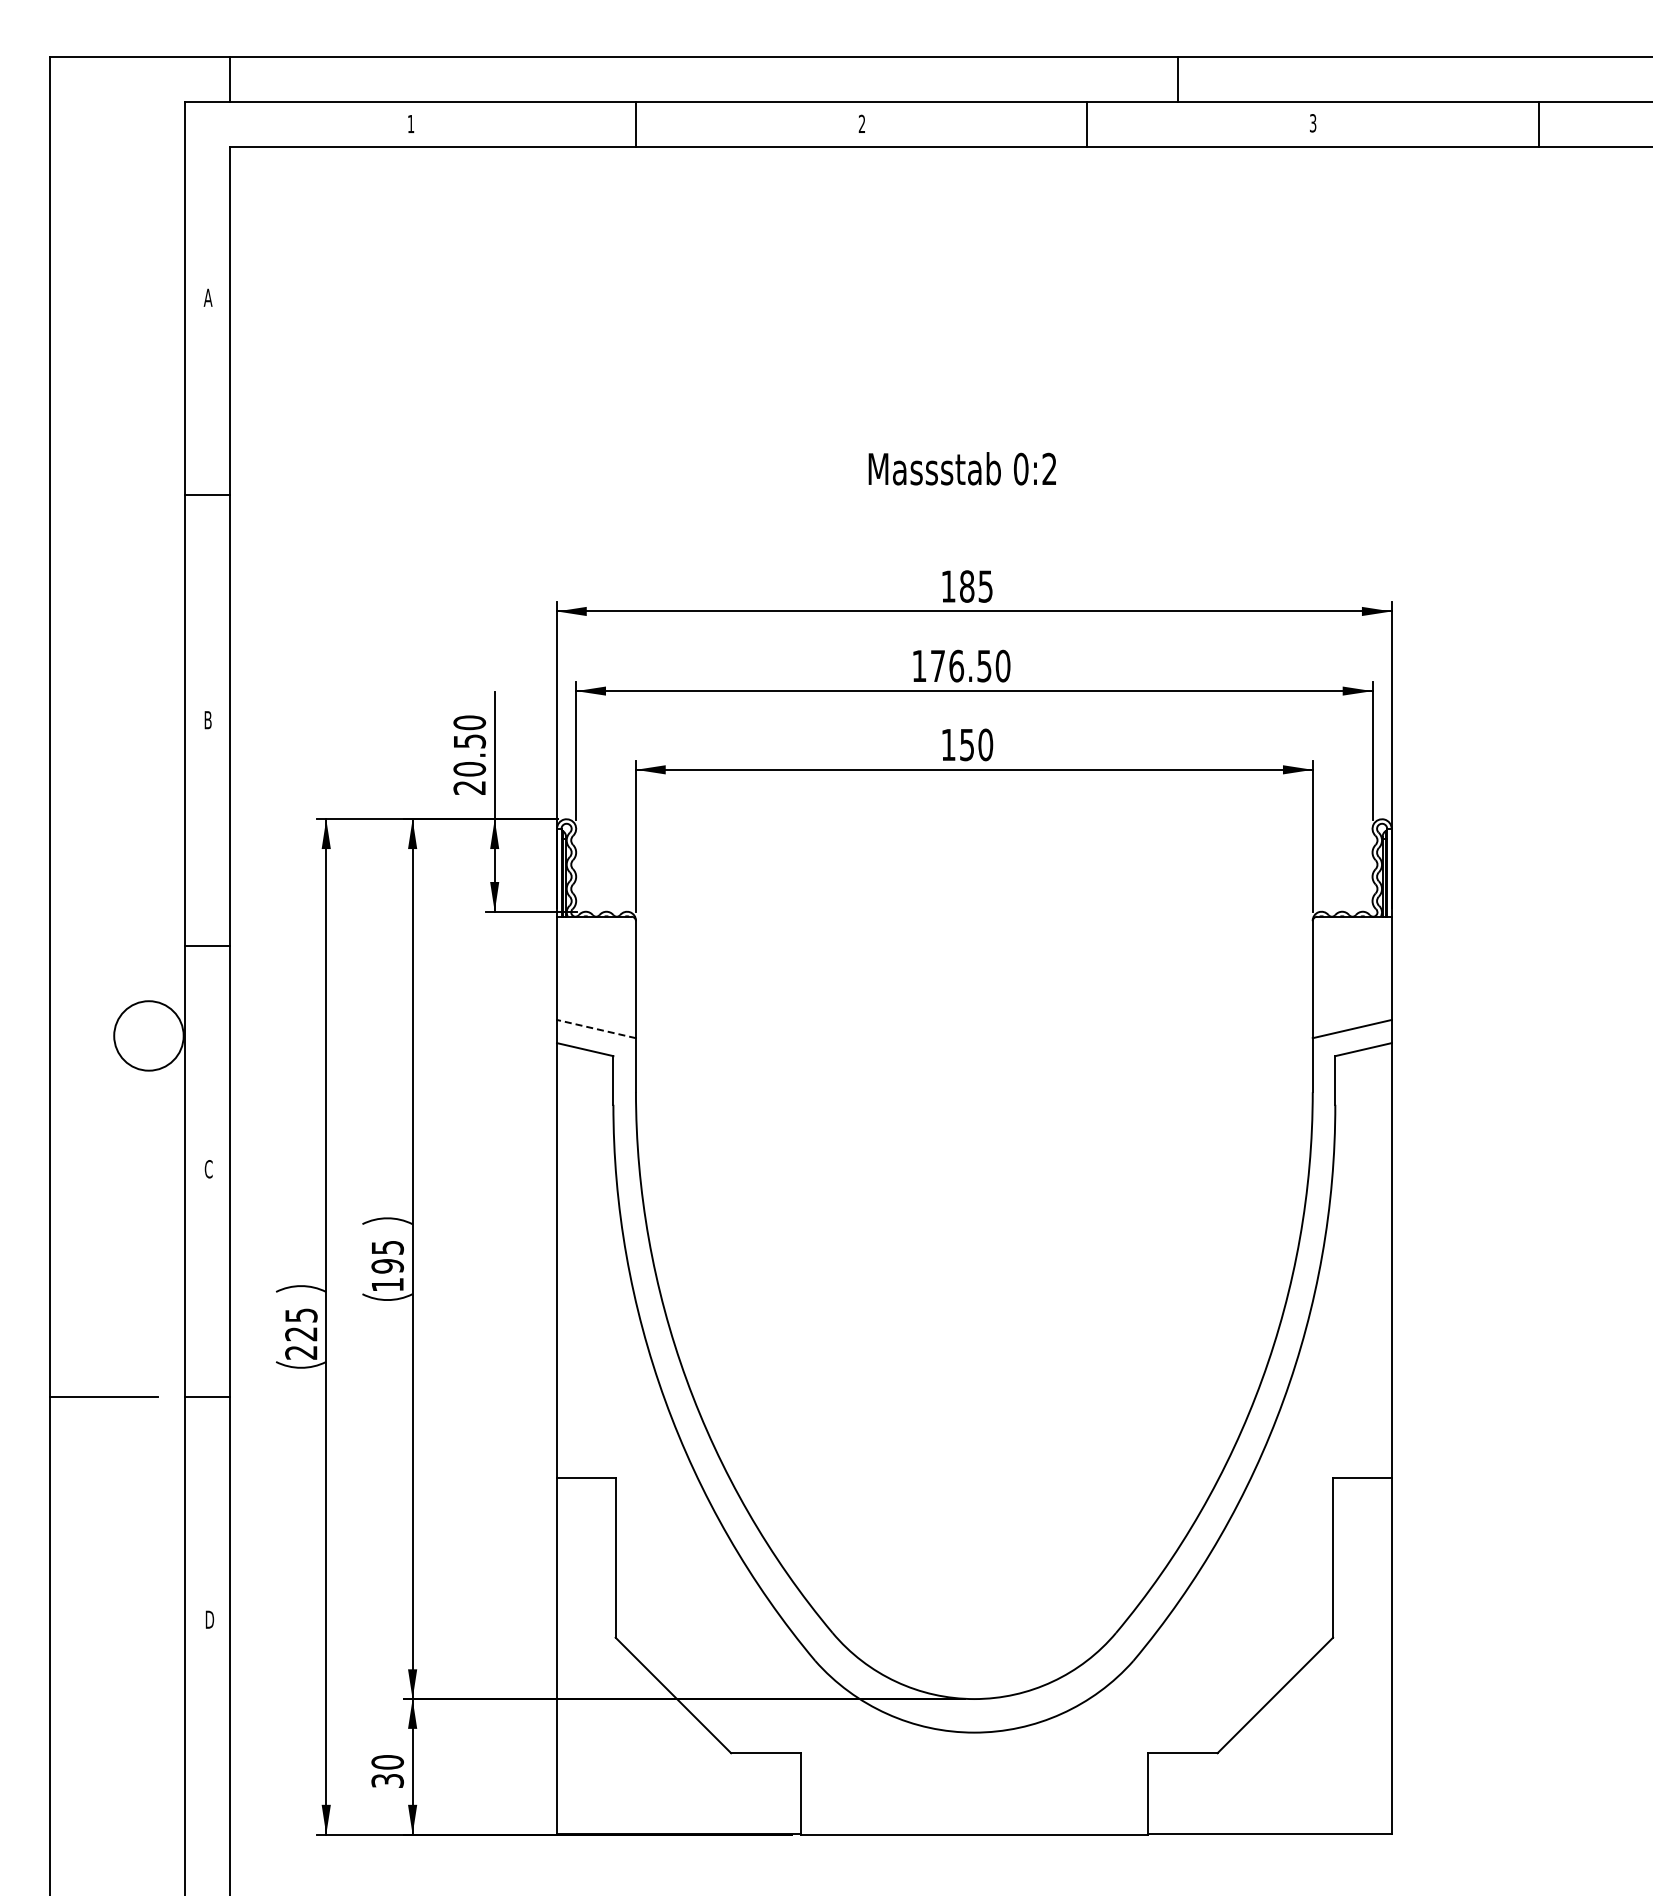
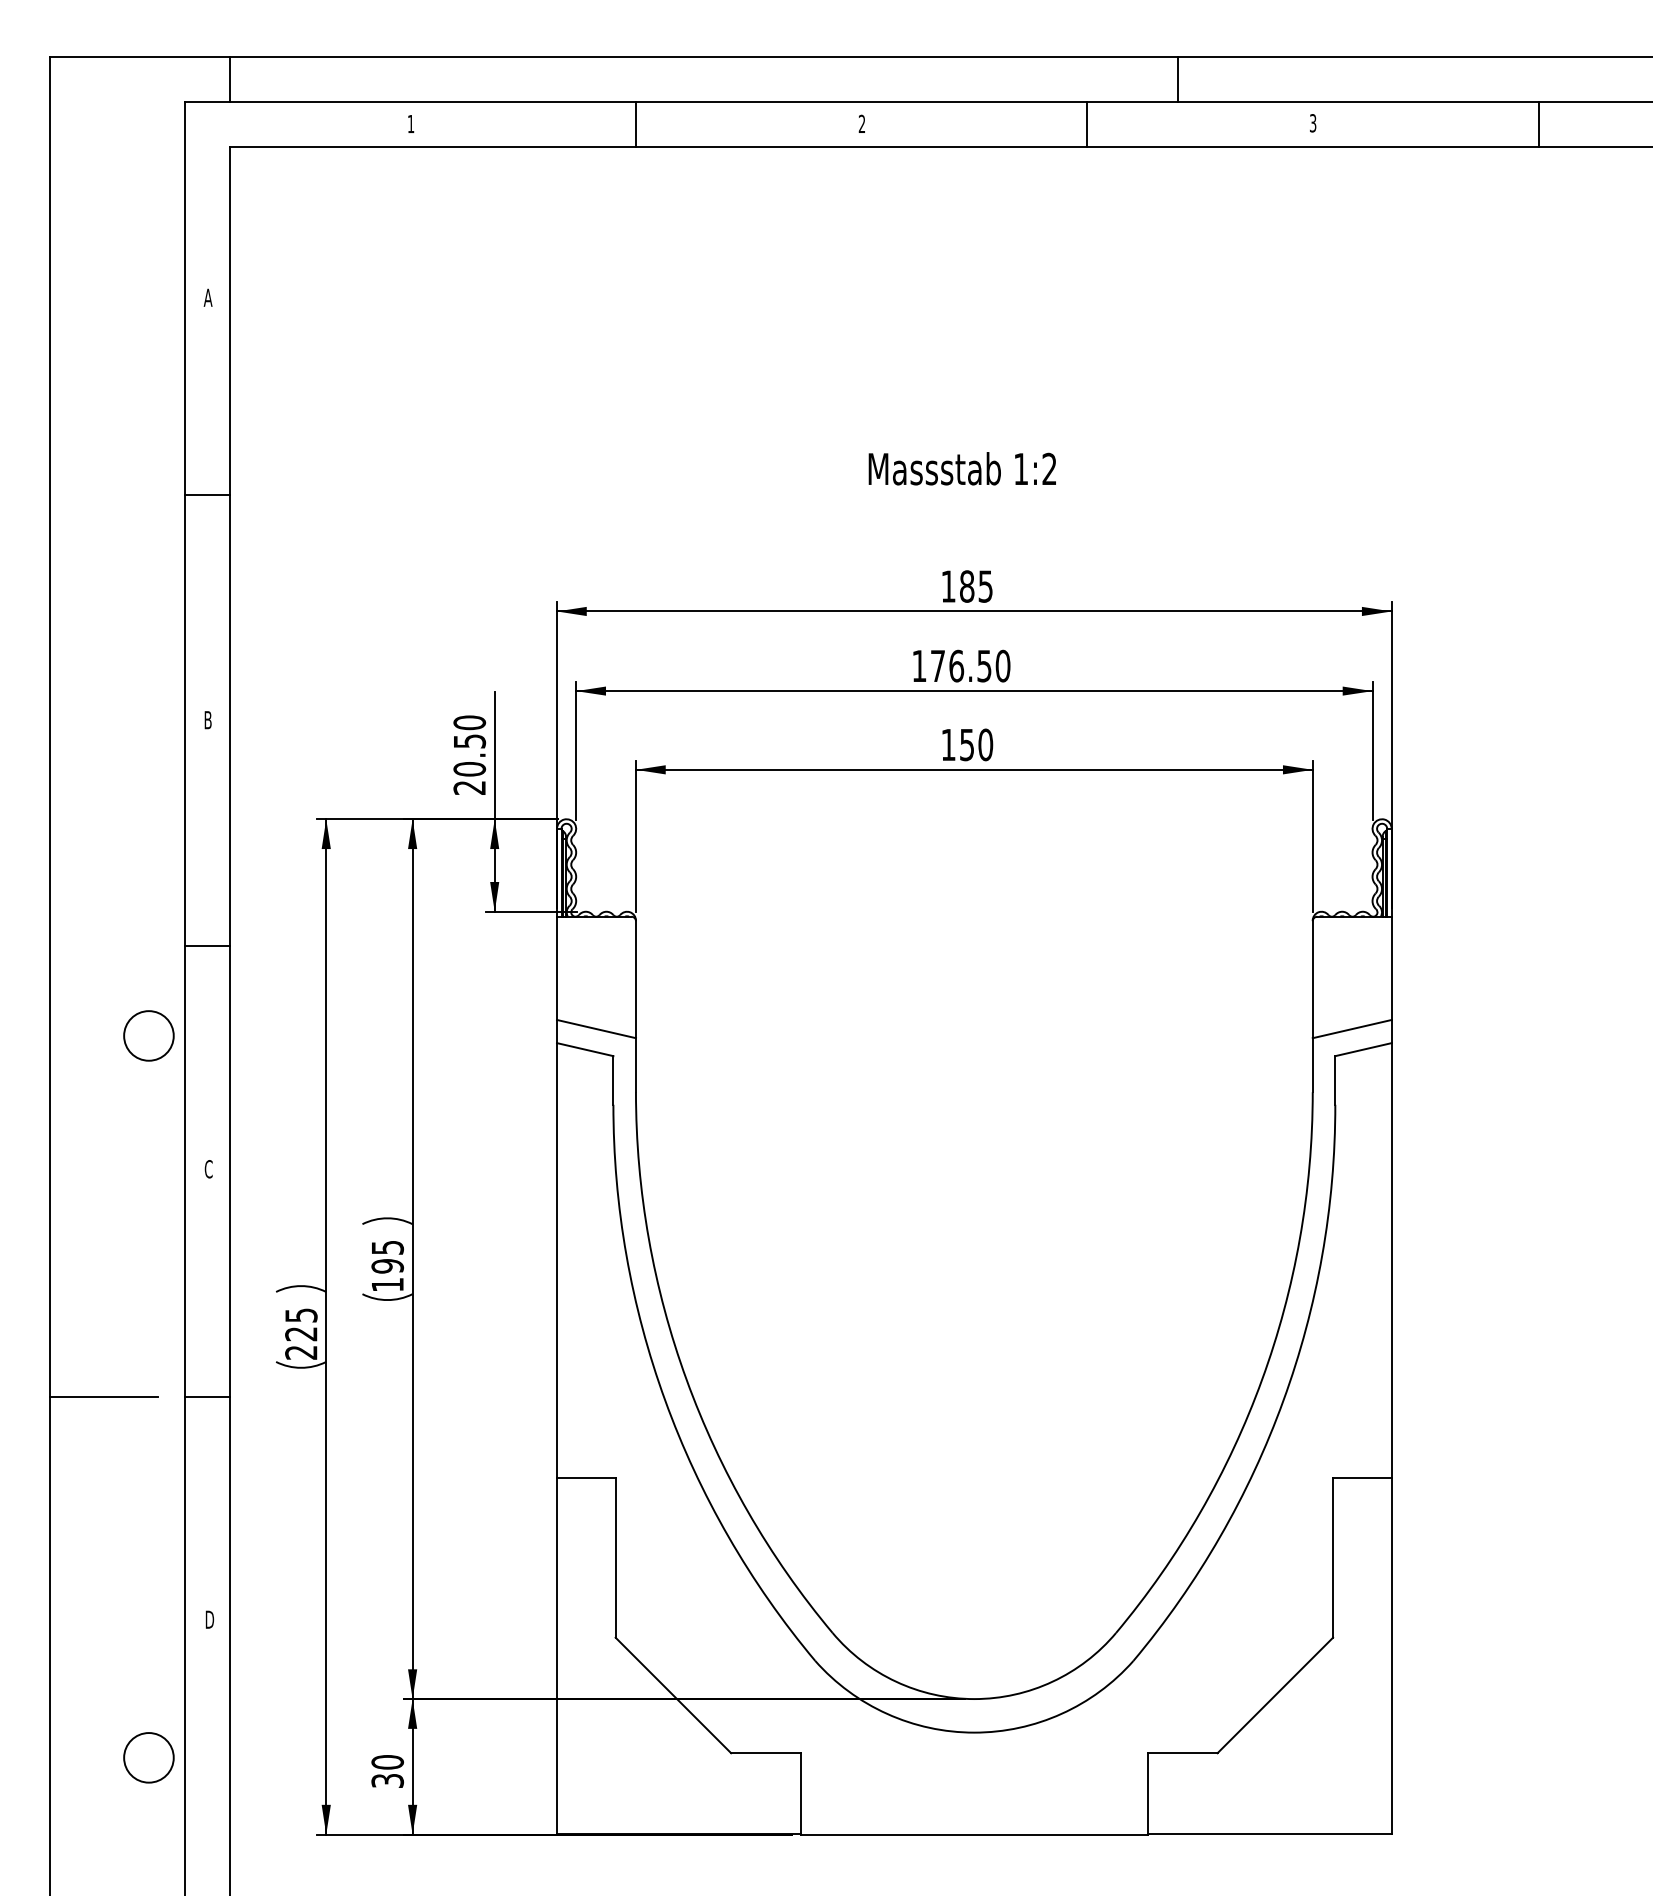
text at (1020, 468): 0:2 -> 1:2
line at (596, 1029): dashed -> solid
circle at (148, 1035) diameter: 69 px -> 50 px
circle at (148, 1757): none -> present
